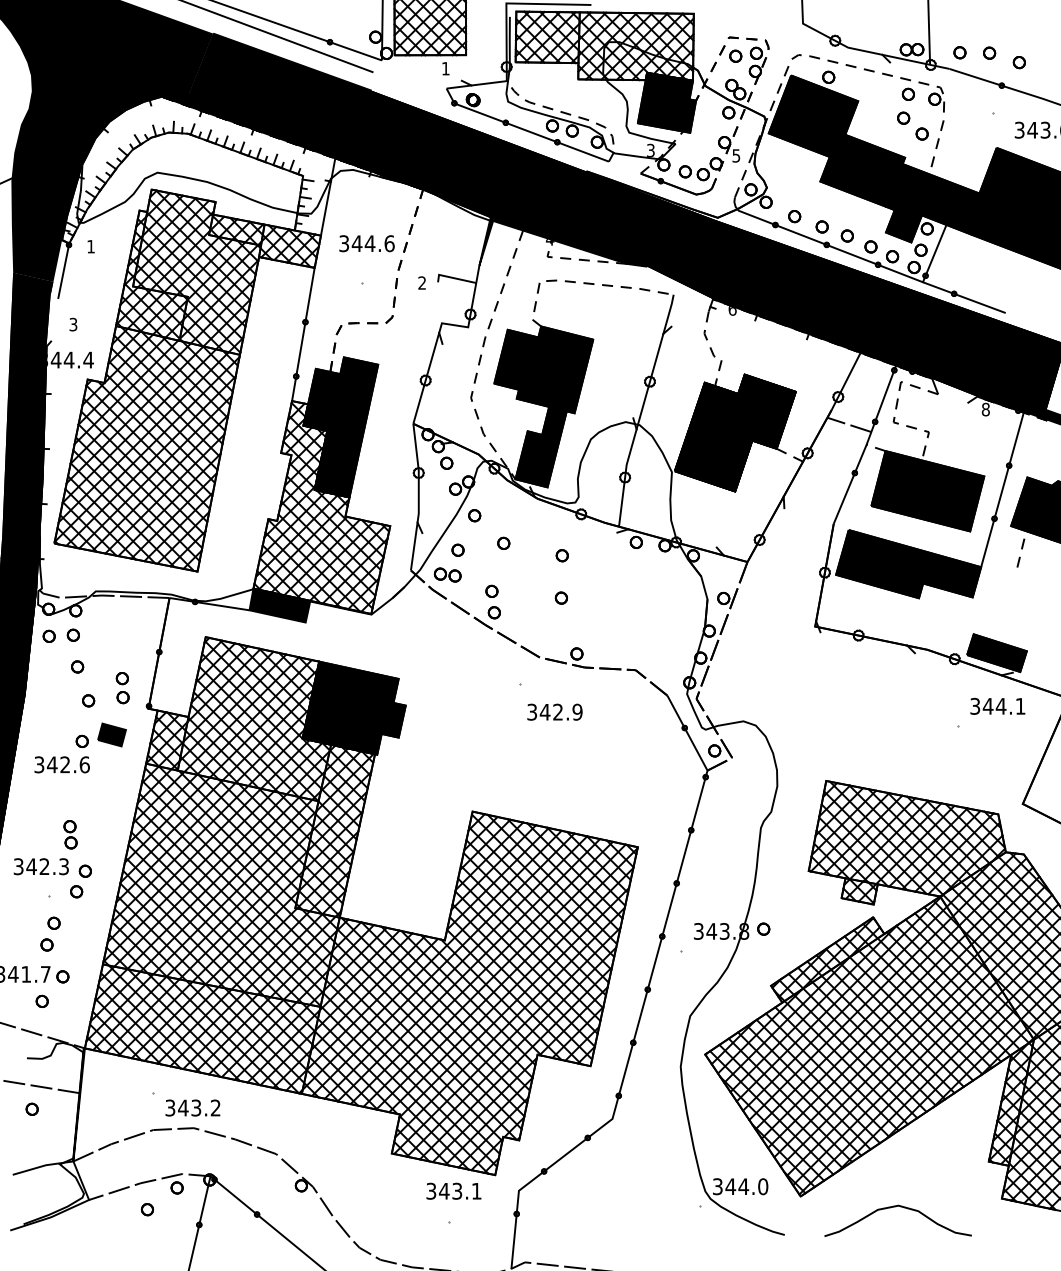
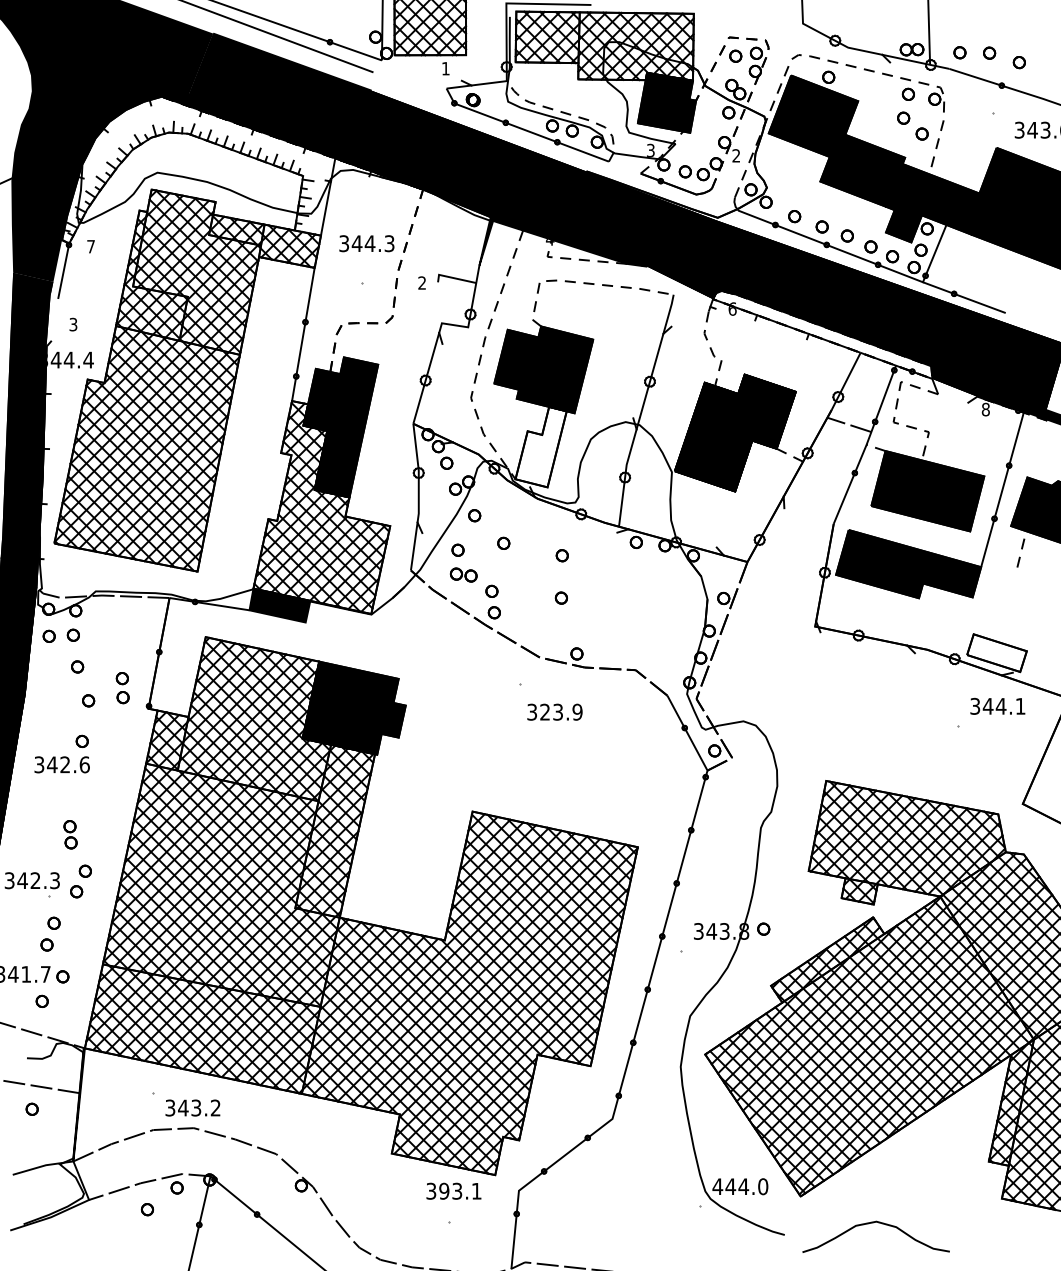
text at (736, 155): 5 -> 2
text at (389, 243): 344.6 -> 344.3
text at (90, 246): 1 -> 7
fill at (822, 334): present -> none
fill at (540, 446): present -> none
part at (447, 574) position: (447, 574) -> (463, 574)
fill at (996, 653): present -> none
text at (550, 711): 342.9 -> 323.9
part at (111, 734): present -> none
text at (40, 866) position: (40, 866) -> (31, 880)
text at (717, 1186): 344.0 -> 444.0
text at (444, 1190): 343.1 -> 393.1
curve at (895, 1207) position: (895, 1207) -> (873, 1223)
